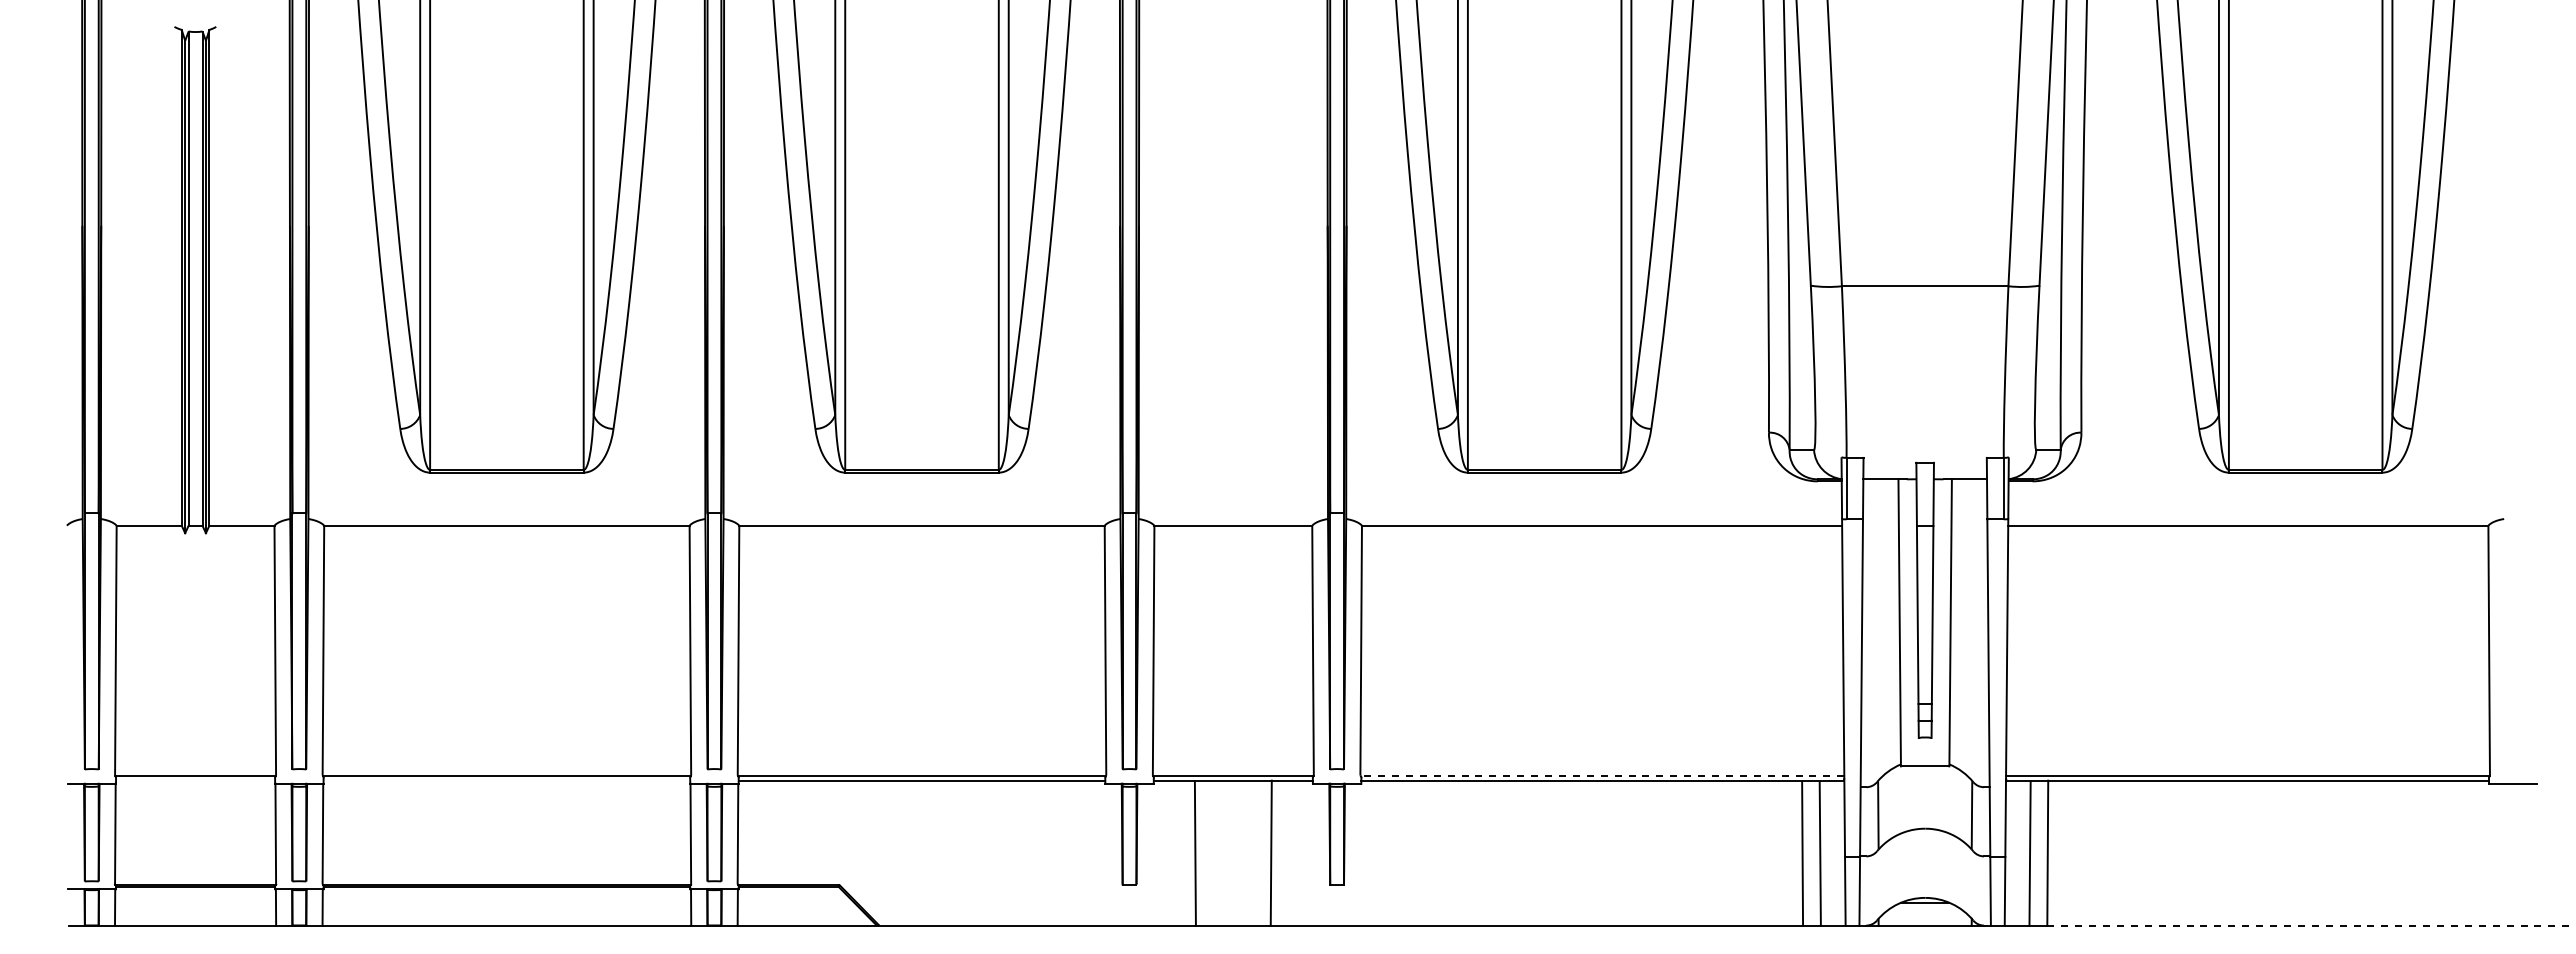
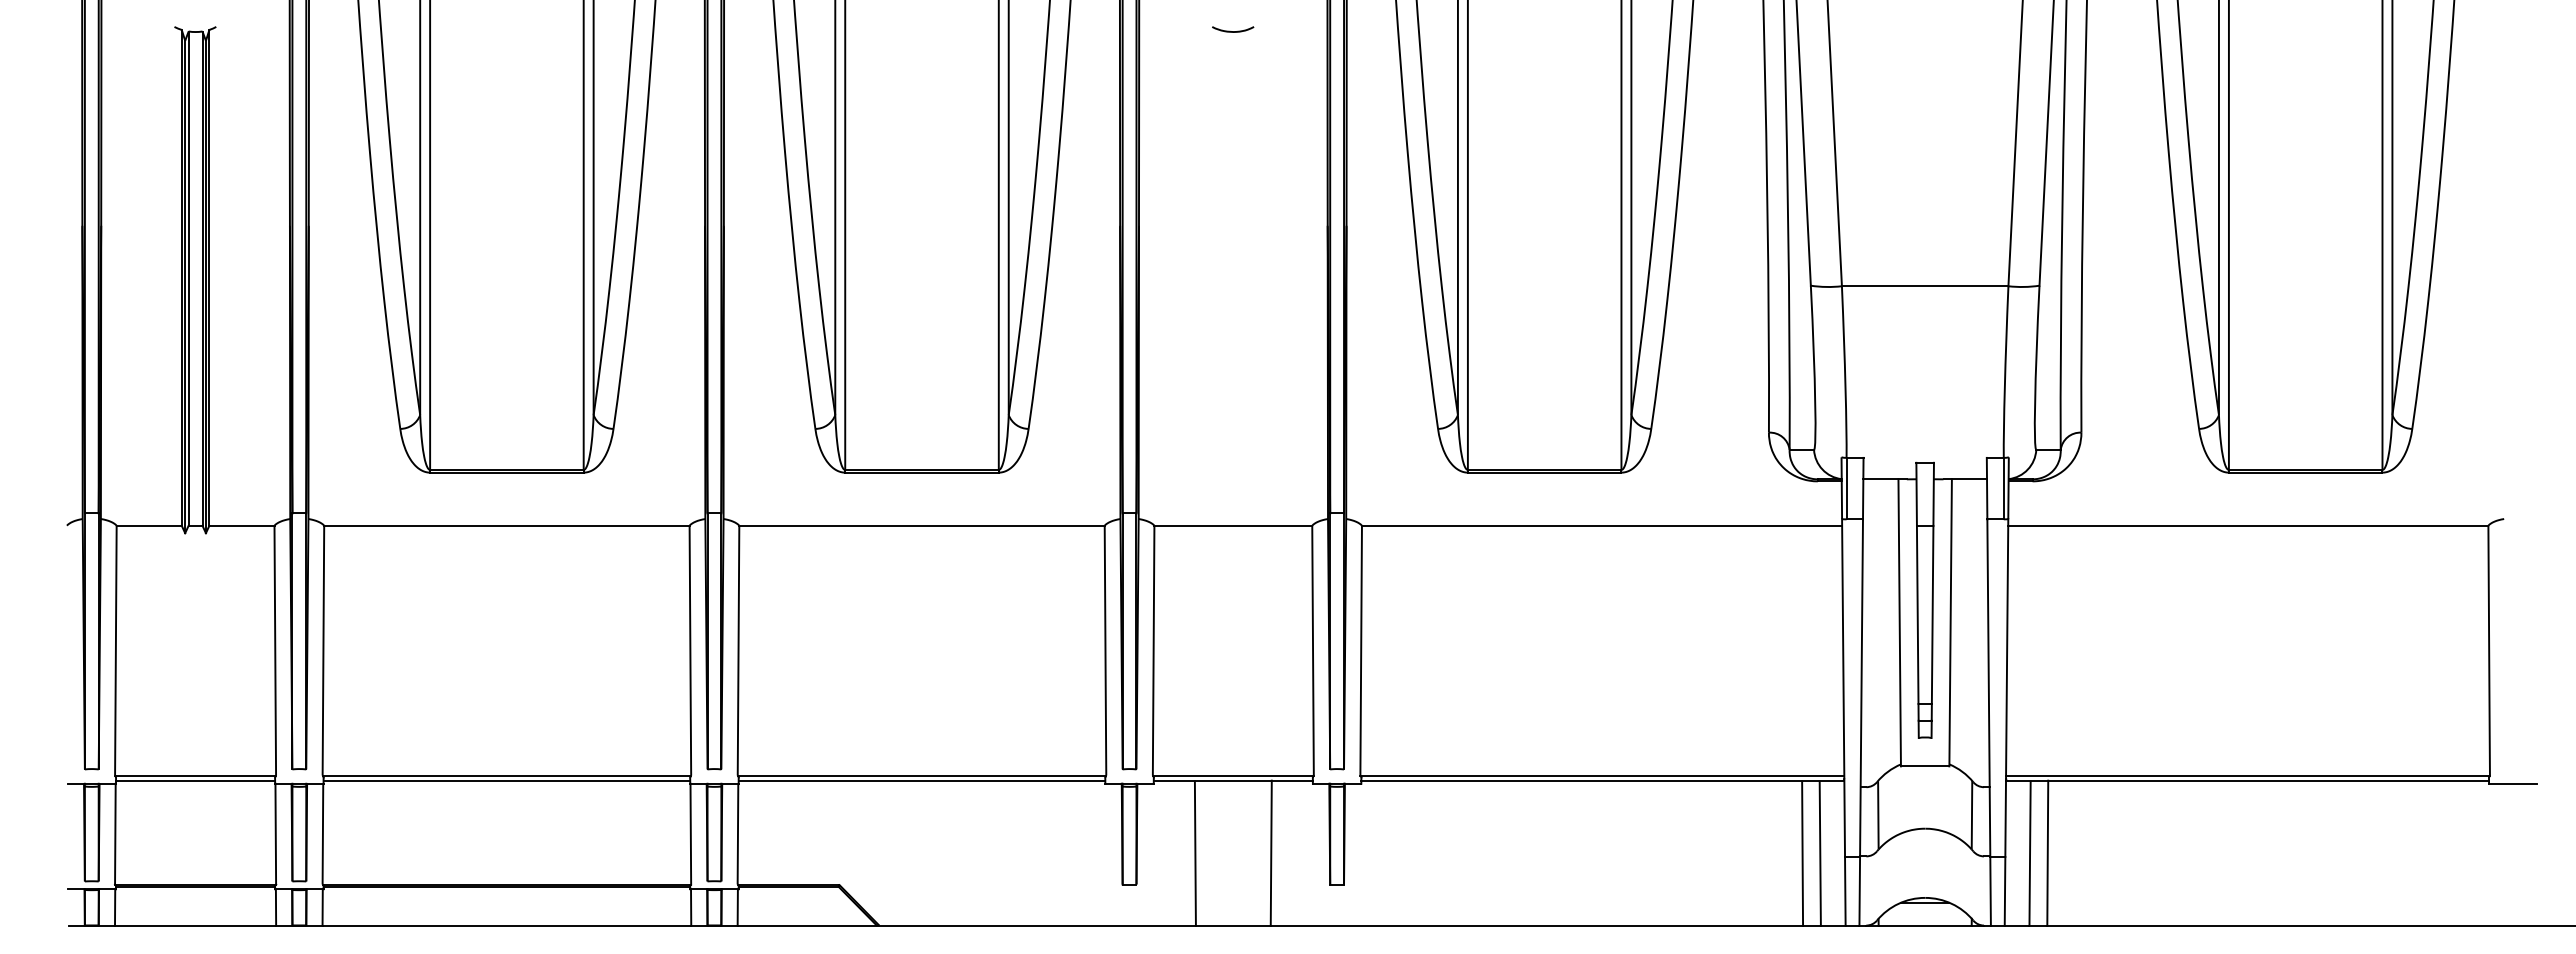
curve at (1233, 31): none -> present
line at (1602, 775): dashed -> solid
line at (195, 780): none -> present
line at (506, 780): none -> present
line at (2311, 925): dashed -> solid
